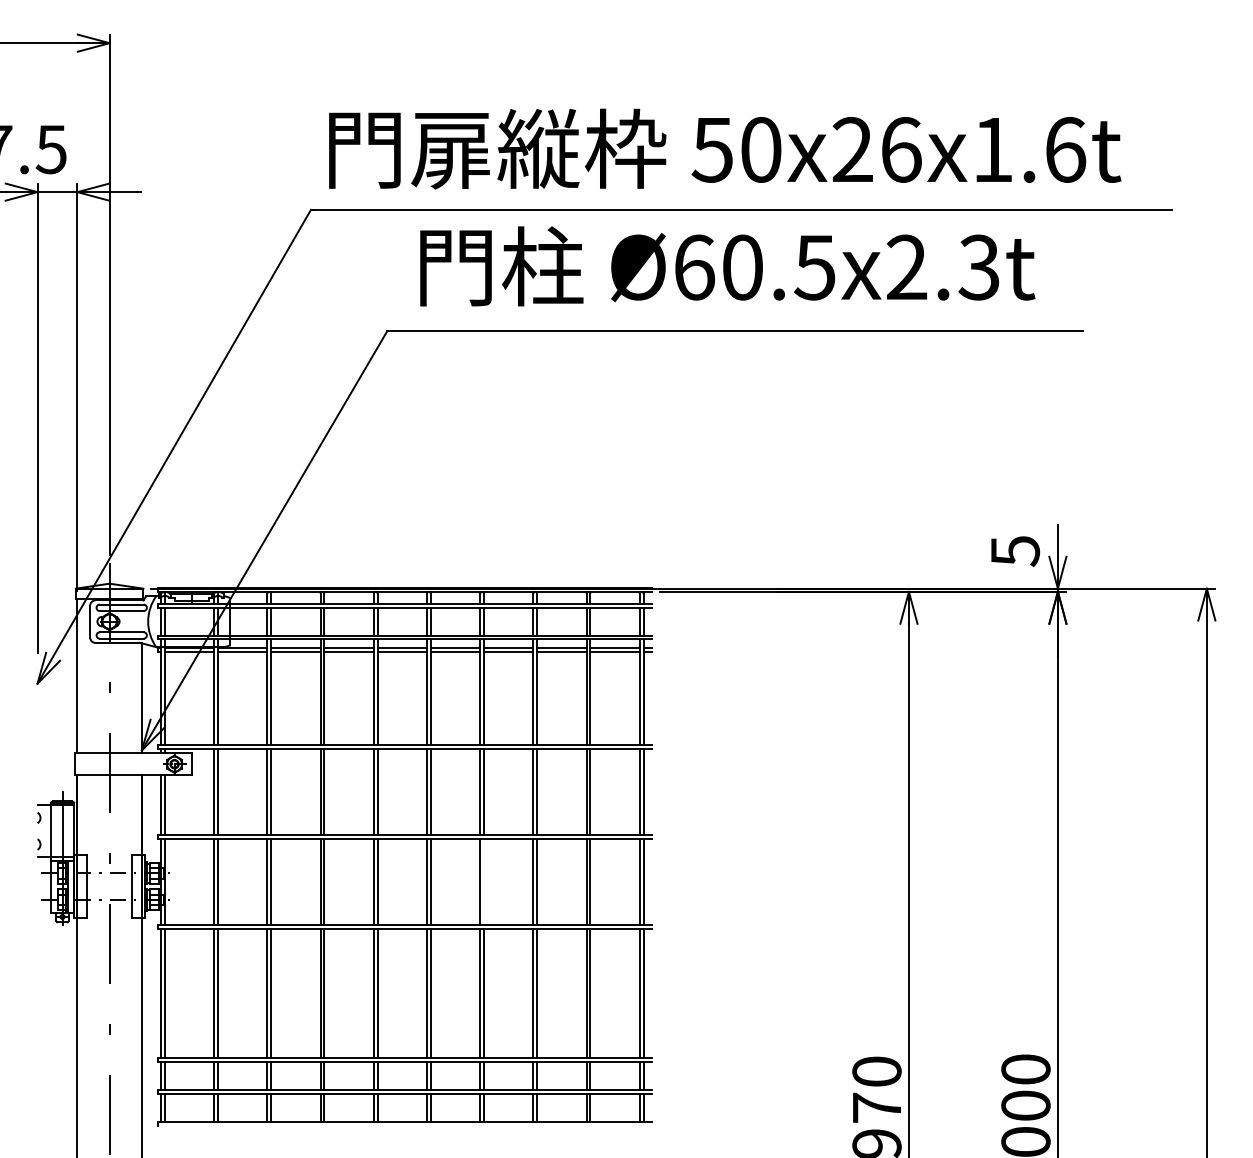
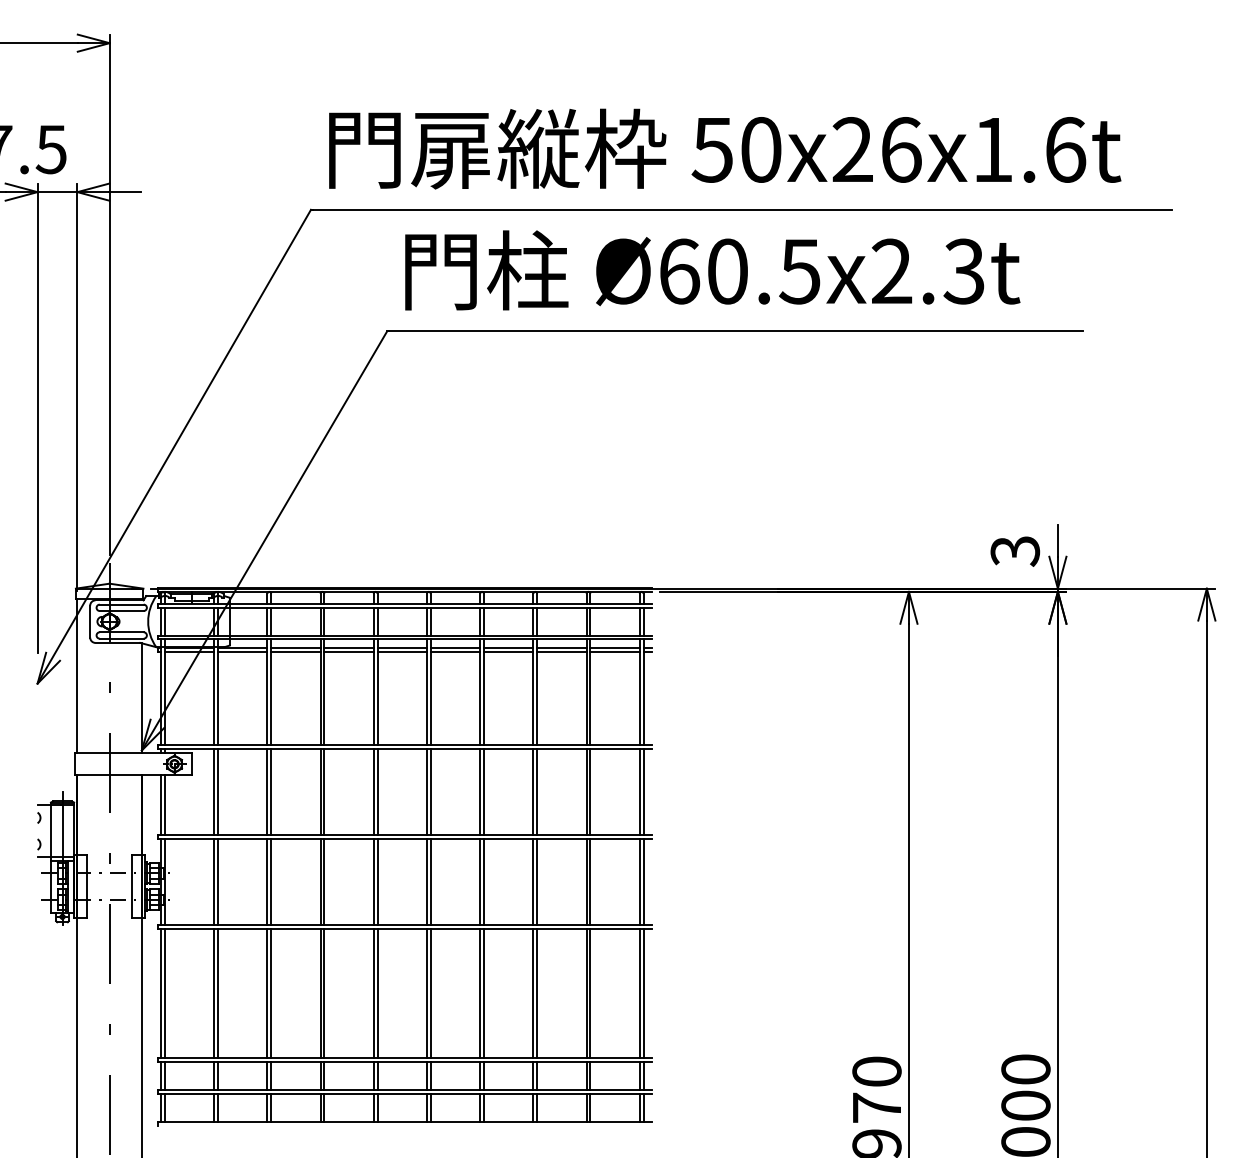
text at (727, 266) position: (727, 266) -> (712, 270)
text at (1014, 551): 5 -> 3
line at (483, 882): none -> present
